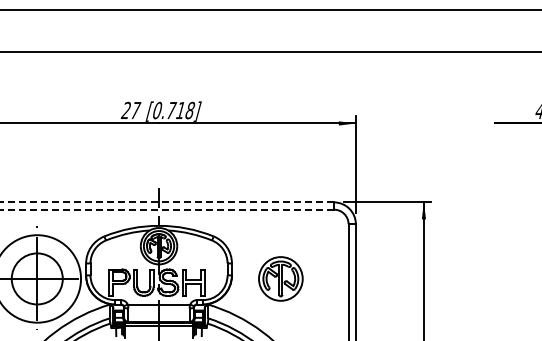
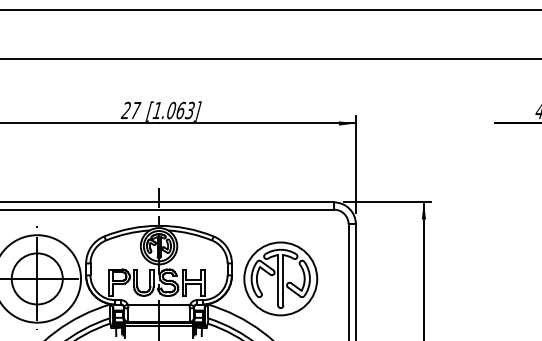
line at (270, 52) position: (270, 52) -> (270, 59)
text at (173, 110): [0.718] -> [1.063]
line at (167, 202): dashed -> solid
line at (167, 209): dashed -> solid
part at (280, 278) size: 46x46 px -> 76x76 px
